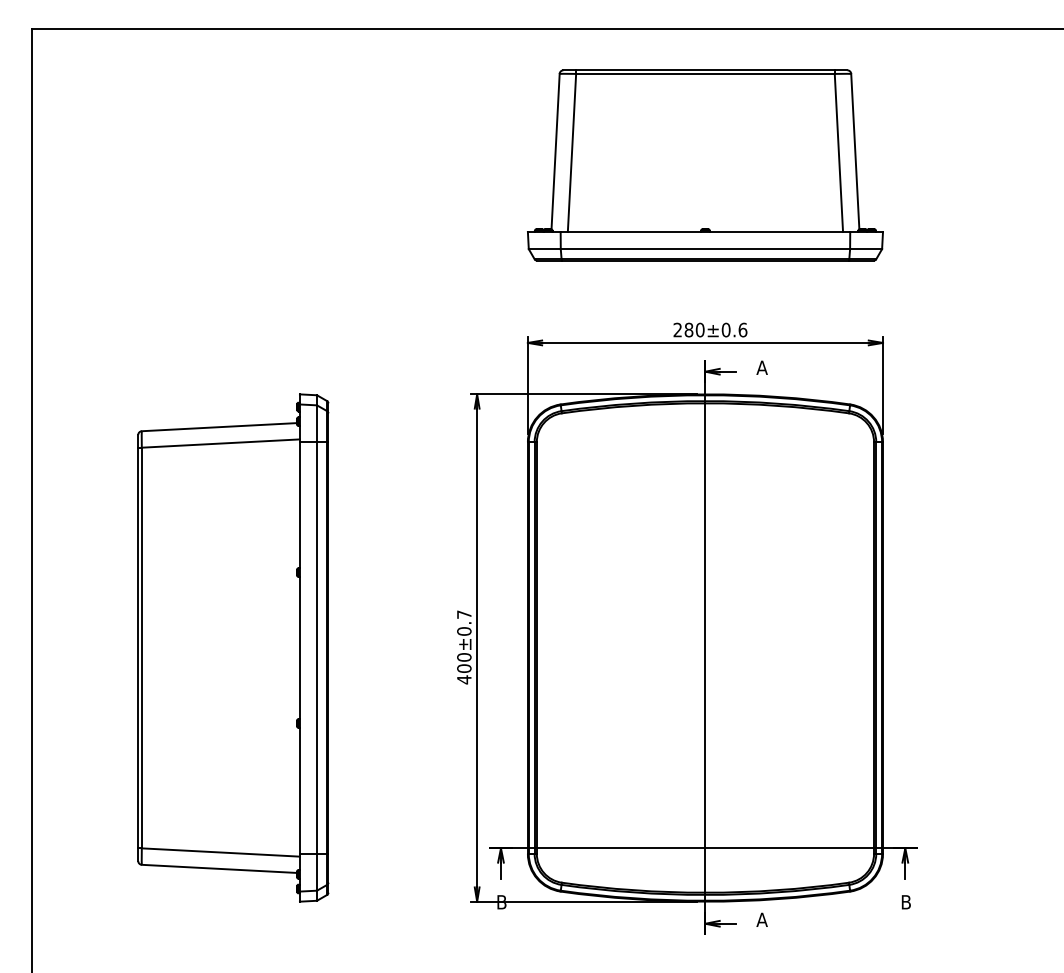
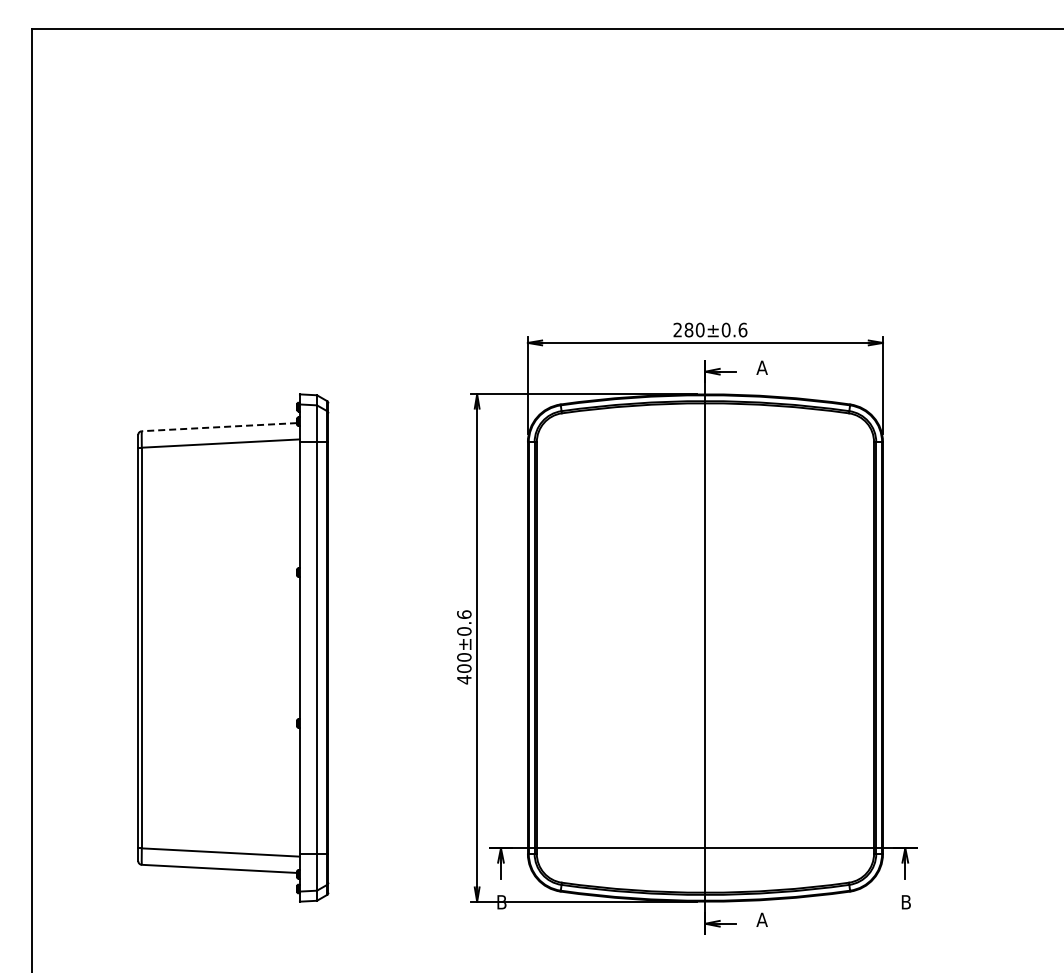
part at (705, 165): present -> none
line at (219, 427): solid -> dashed
text at (464, 614): 400±0.7 -> 400±0.6
